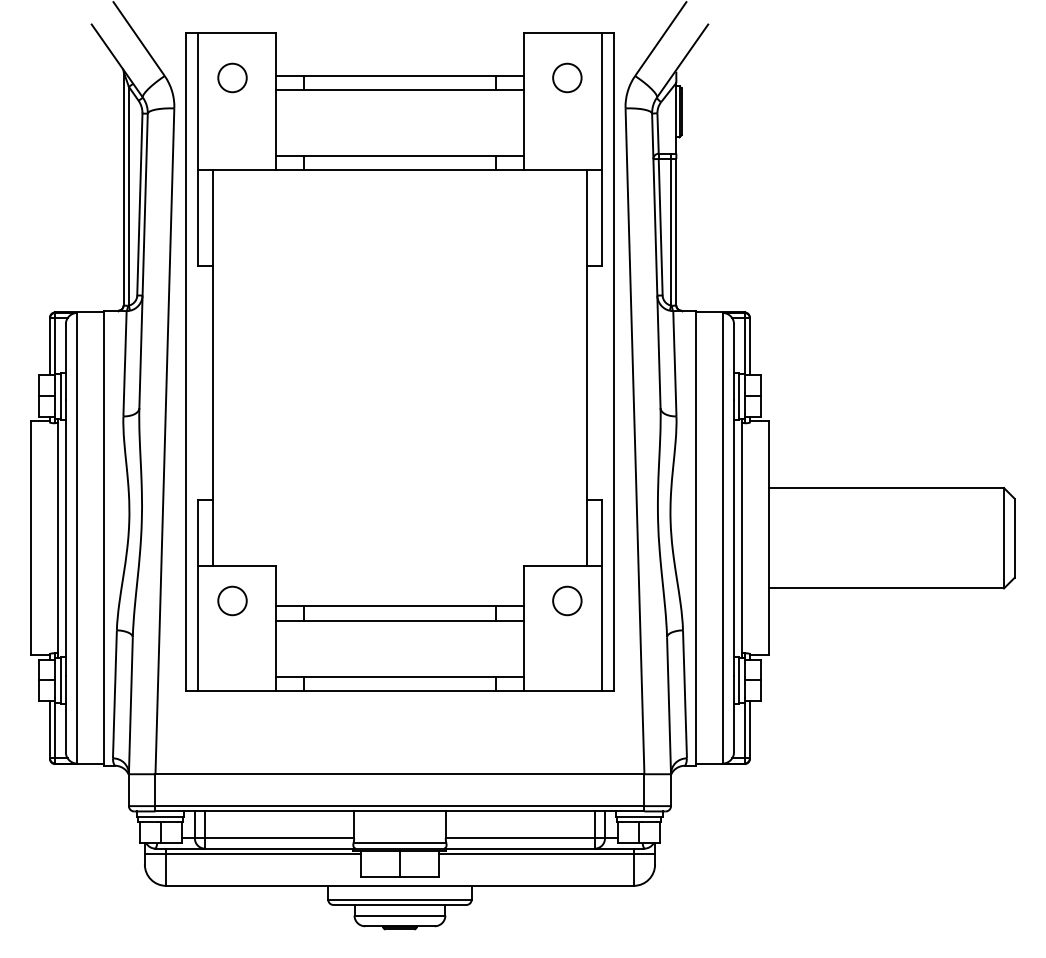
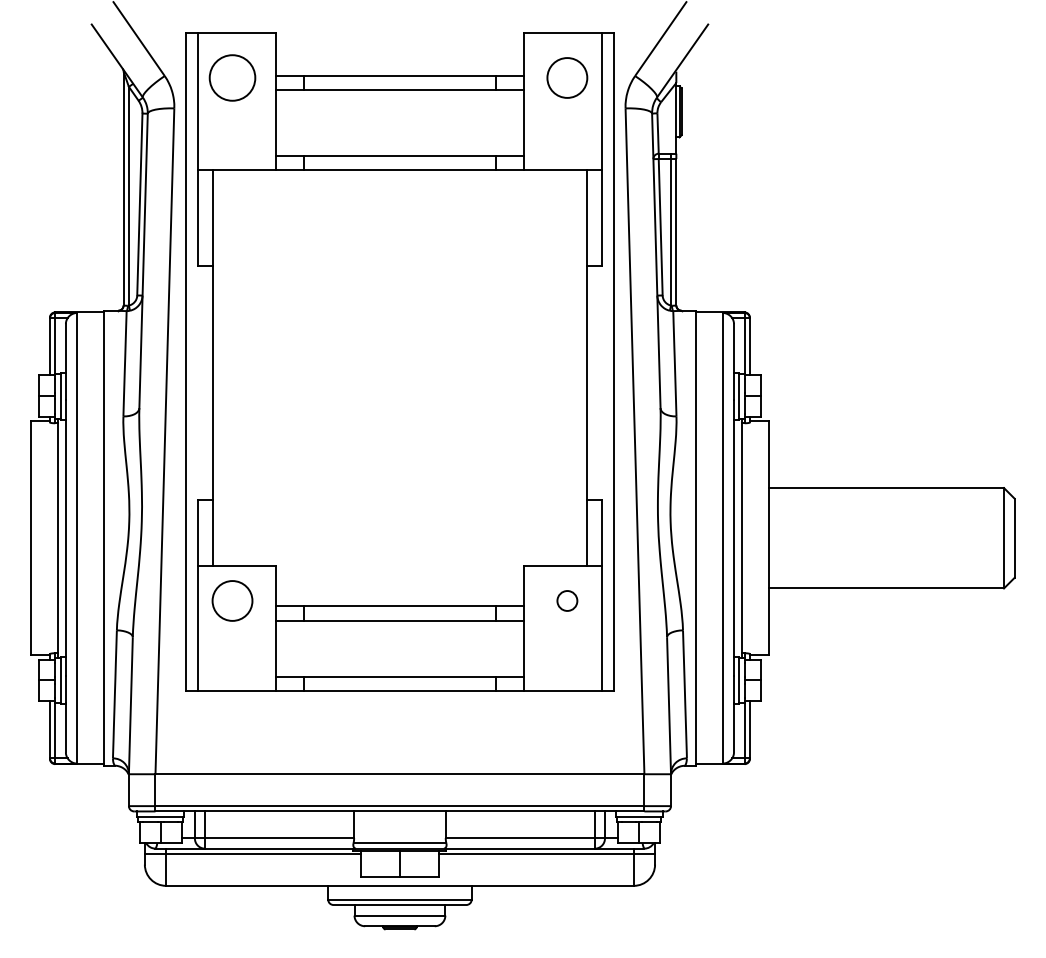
circle at (232, 77) diameter: 28 px -> 46 px
circle at (567, 77) diameter: 28 px -> 40 px
circle at (232, 600) diameter: 28 px -> 40 px
circle at (567, 600) size: 31x32 px -> 23x22 px
